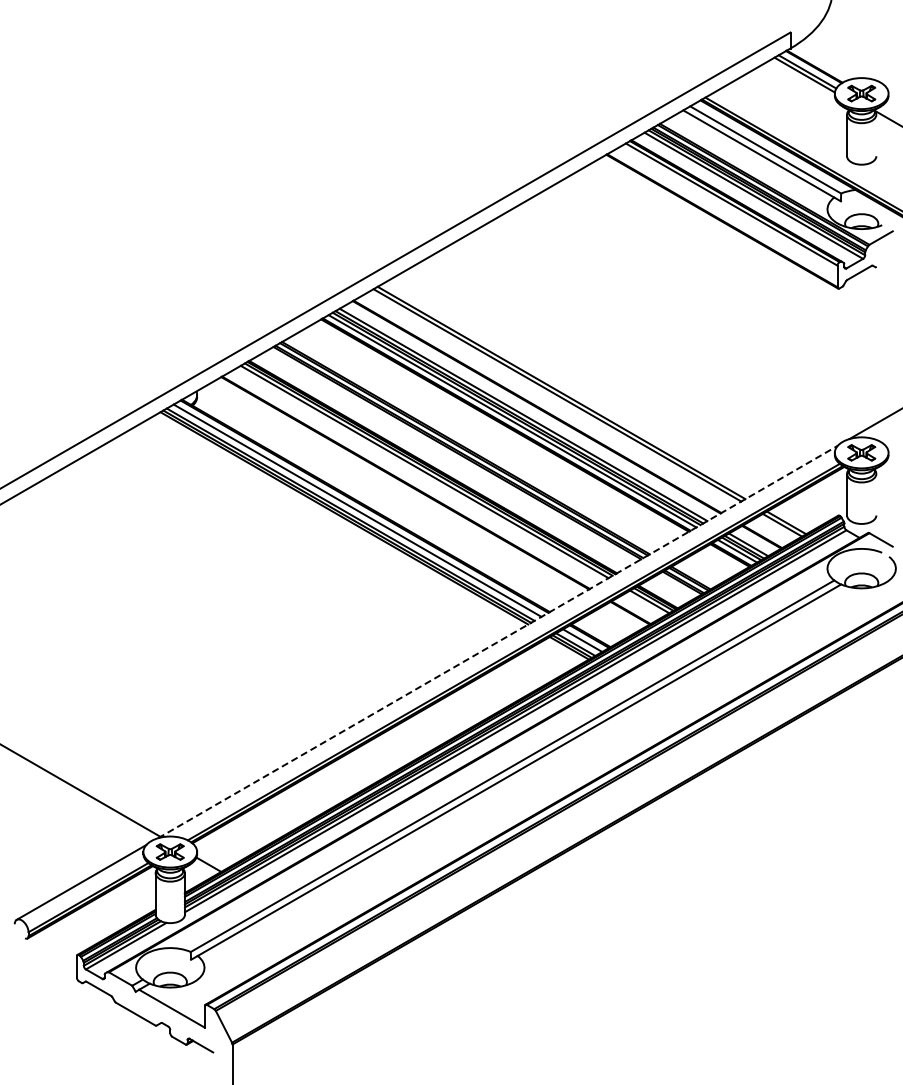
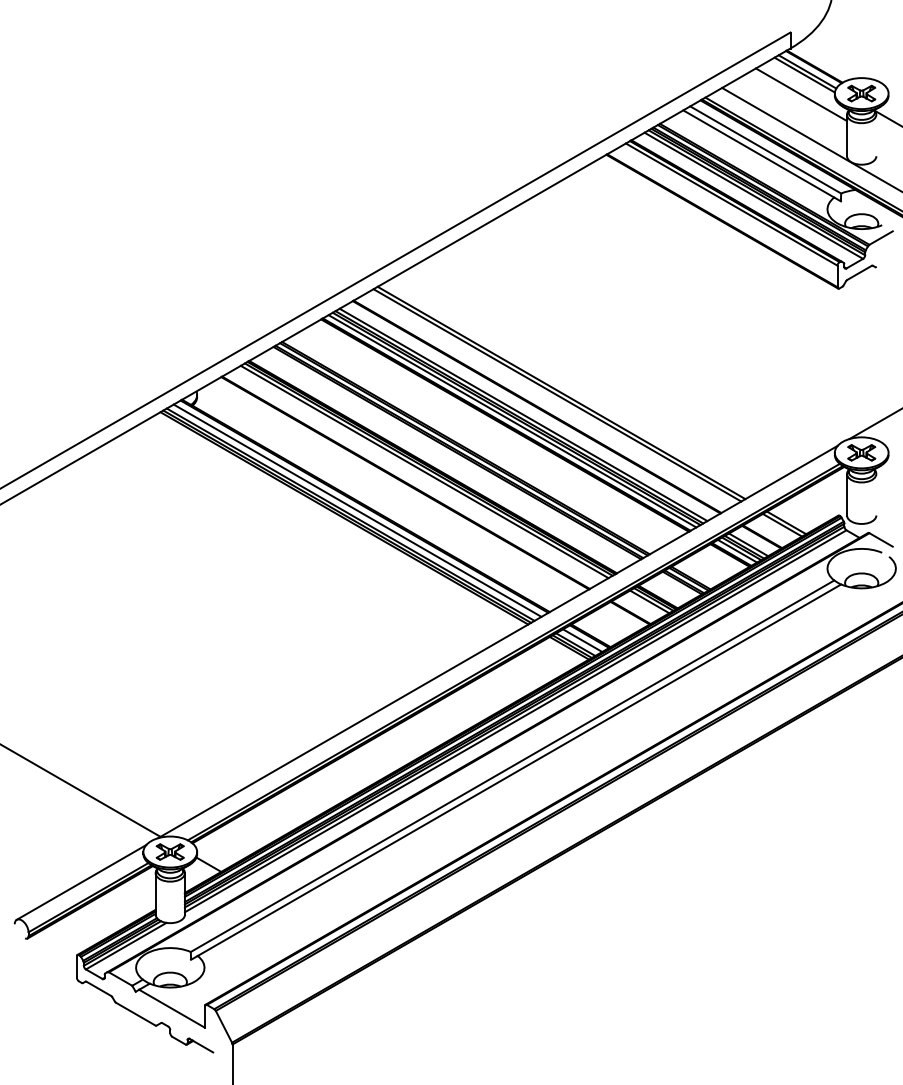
line at (801, 94): none -> present
line at (810, 138): none -> present
line at (498, 641): dashed -> solid
